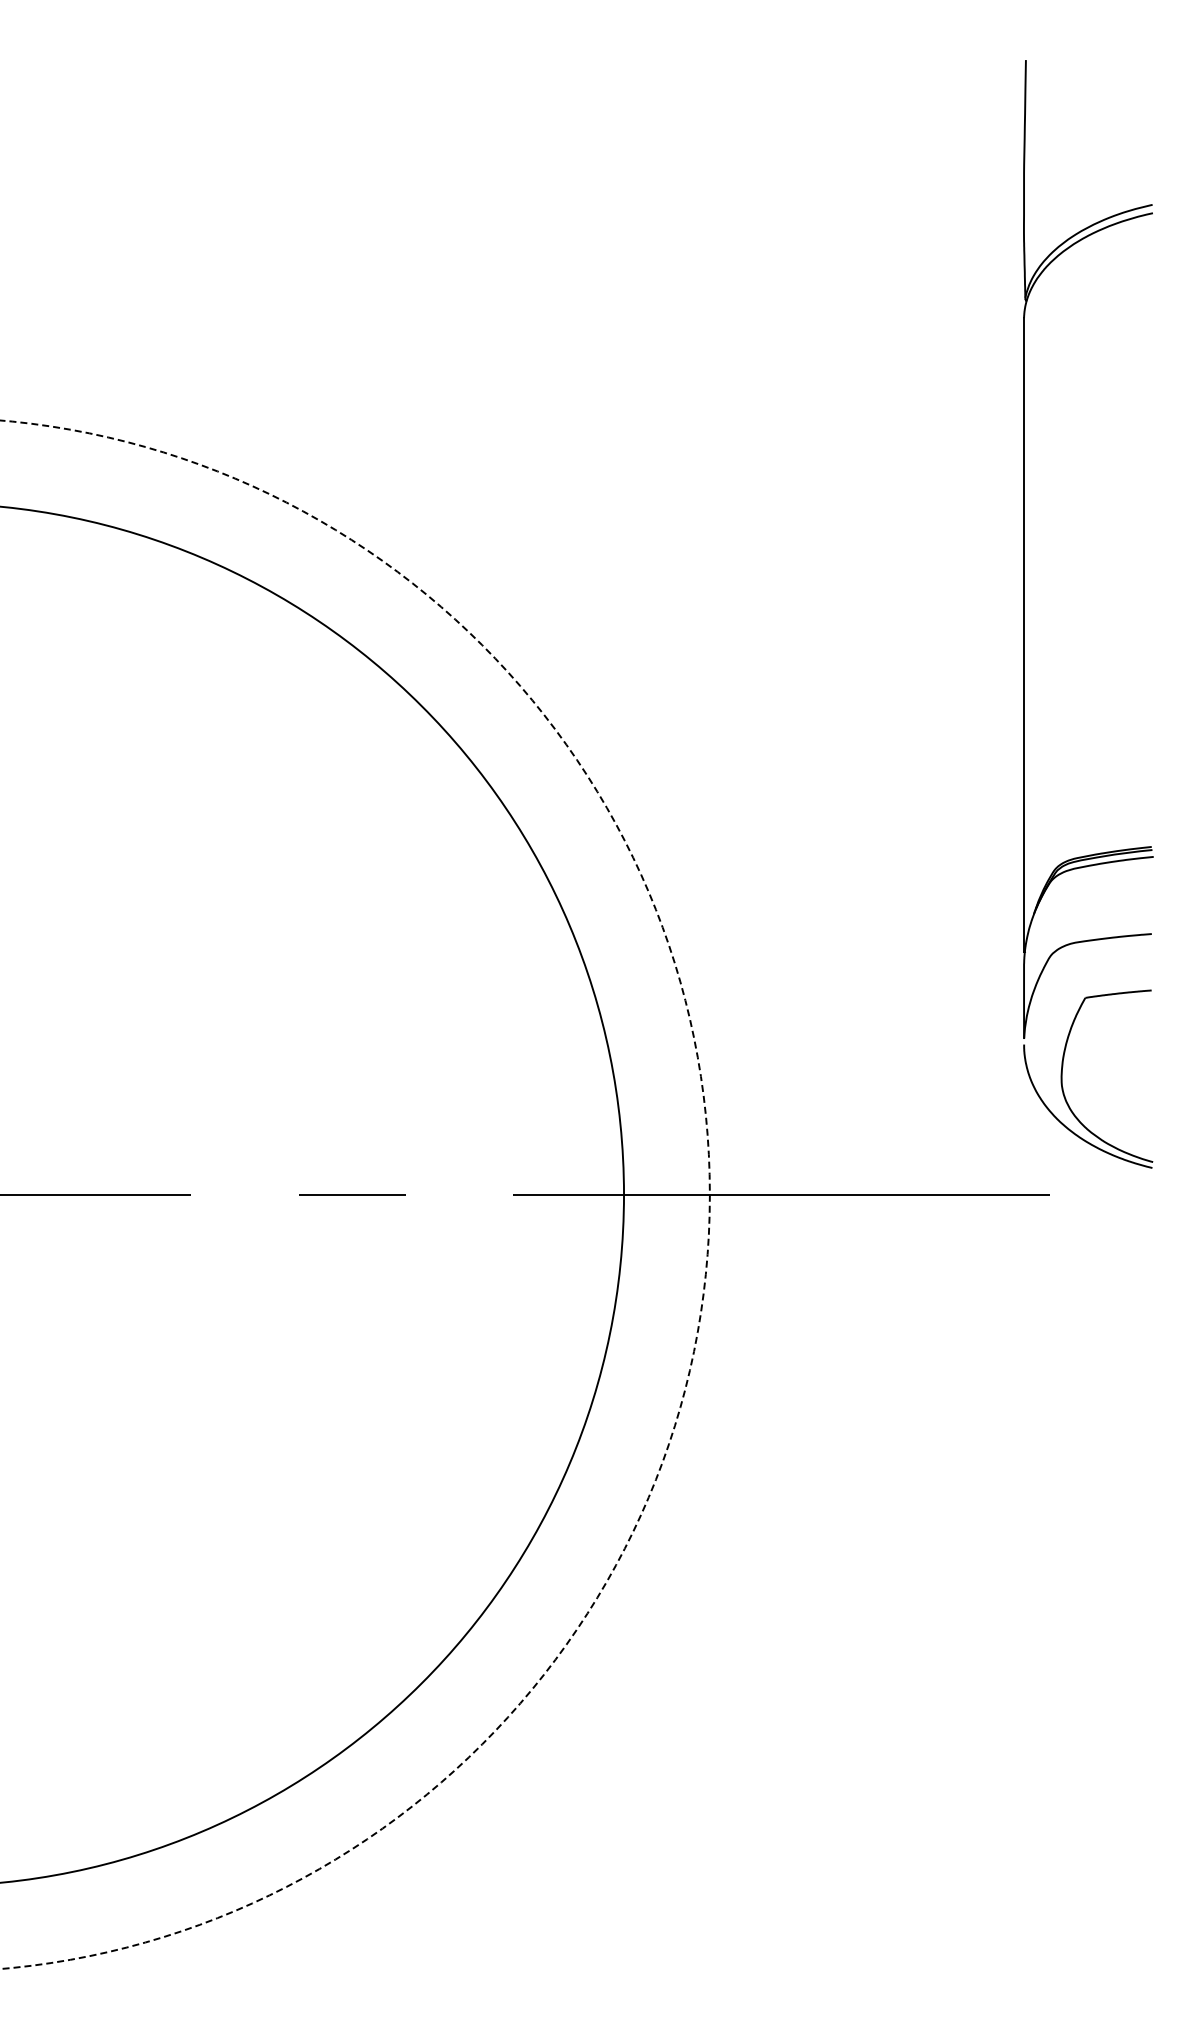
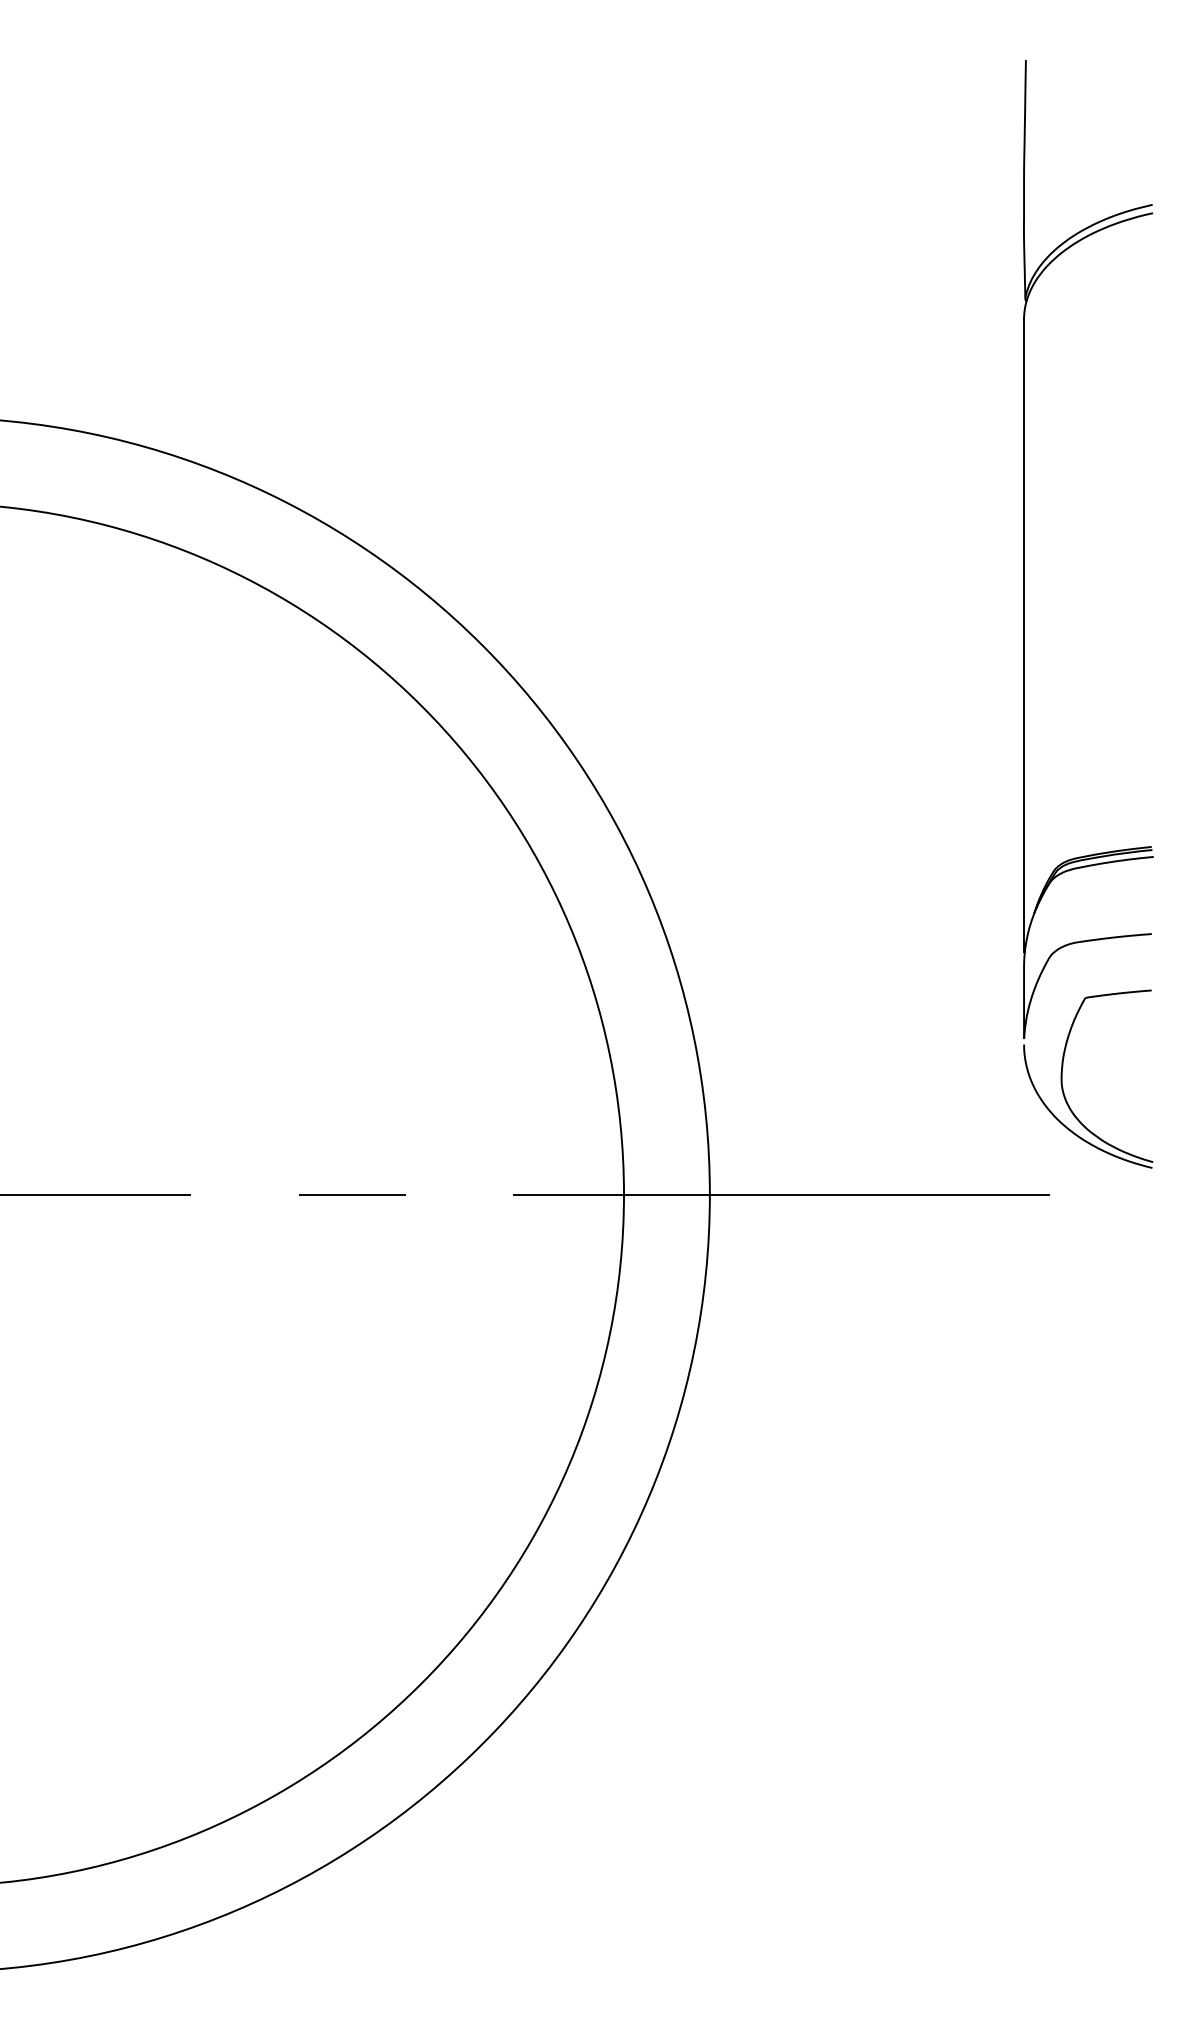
circle at (354, 1194): dashed -> solid
